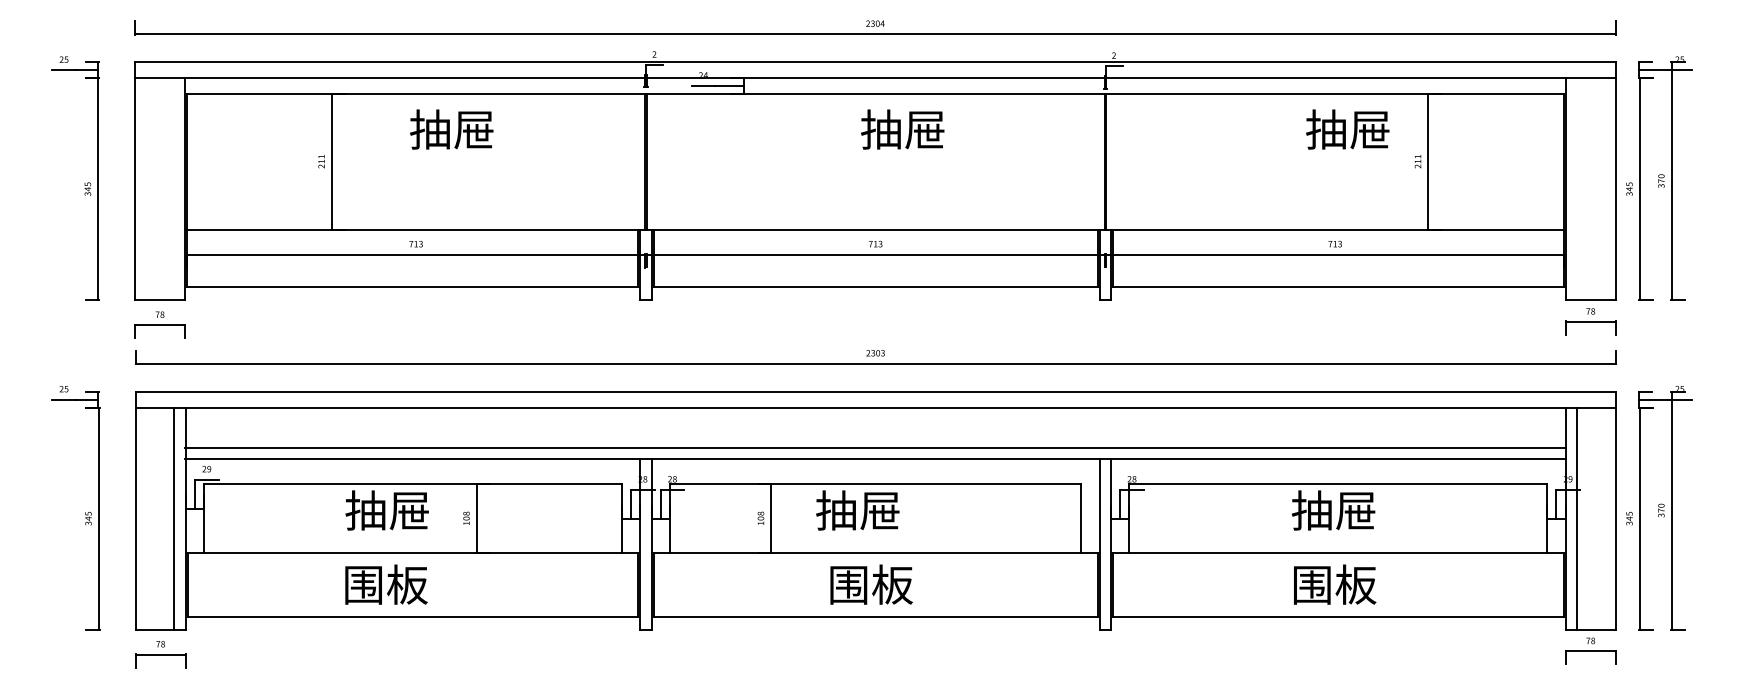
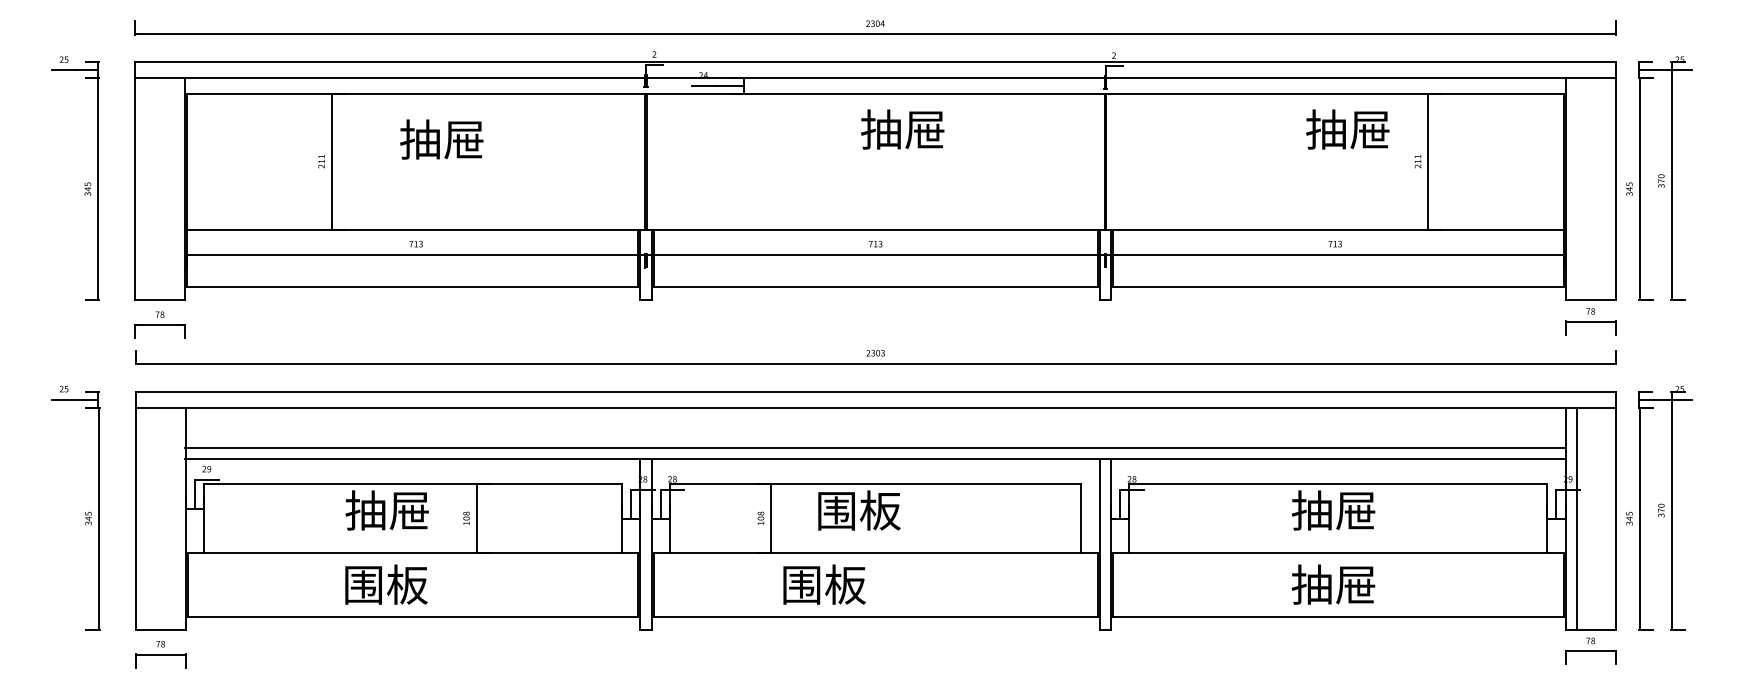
text at (451, 129) position: (451, 129) -> (441, 139)
text at (858, 510): 抽屉 -> 围板
line at (174, 518): present -> none
text at (871, 584) position: (871, 584) -> (824, 584)
text at (1333, 584): 围板 -> 抽屉
